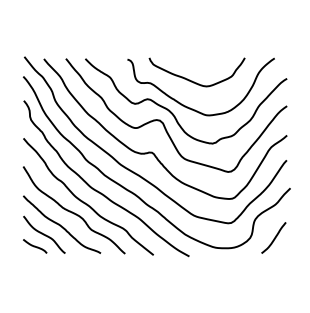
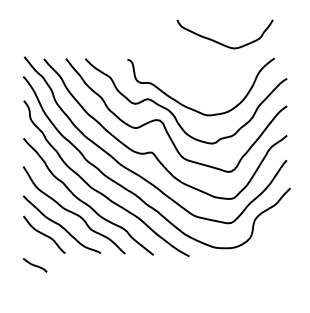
curve at (192, 80) position: (192, 80) -> (220, 42)
curve at (274, 237): present -> none
line at (35, 246) position: (35, 246) -> (35, 265)
